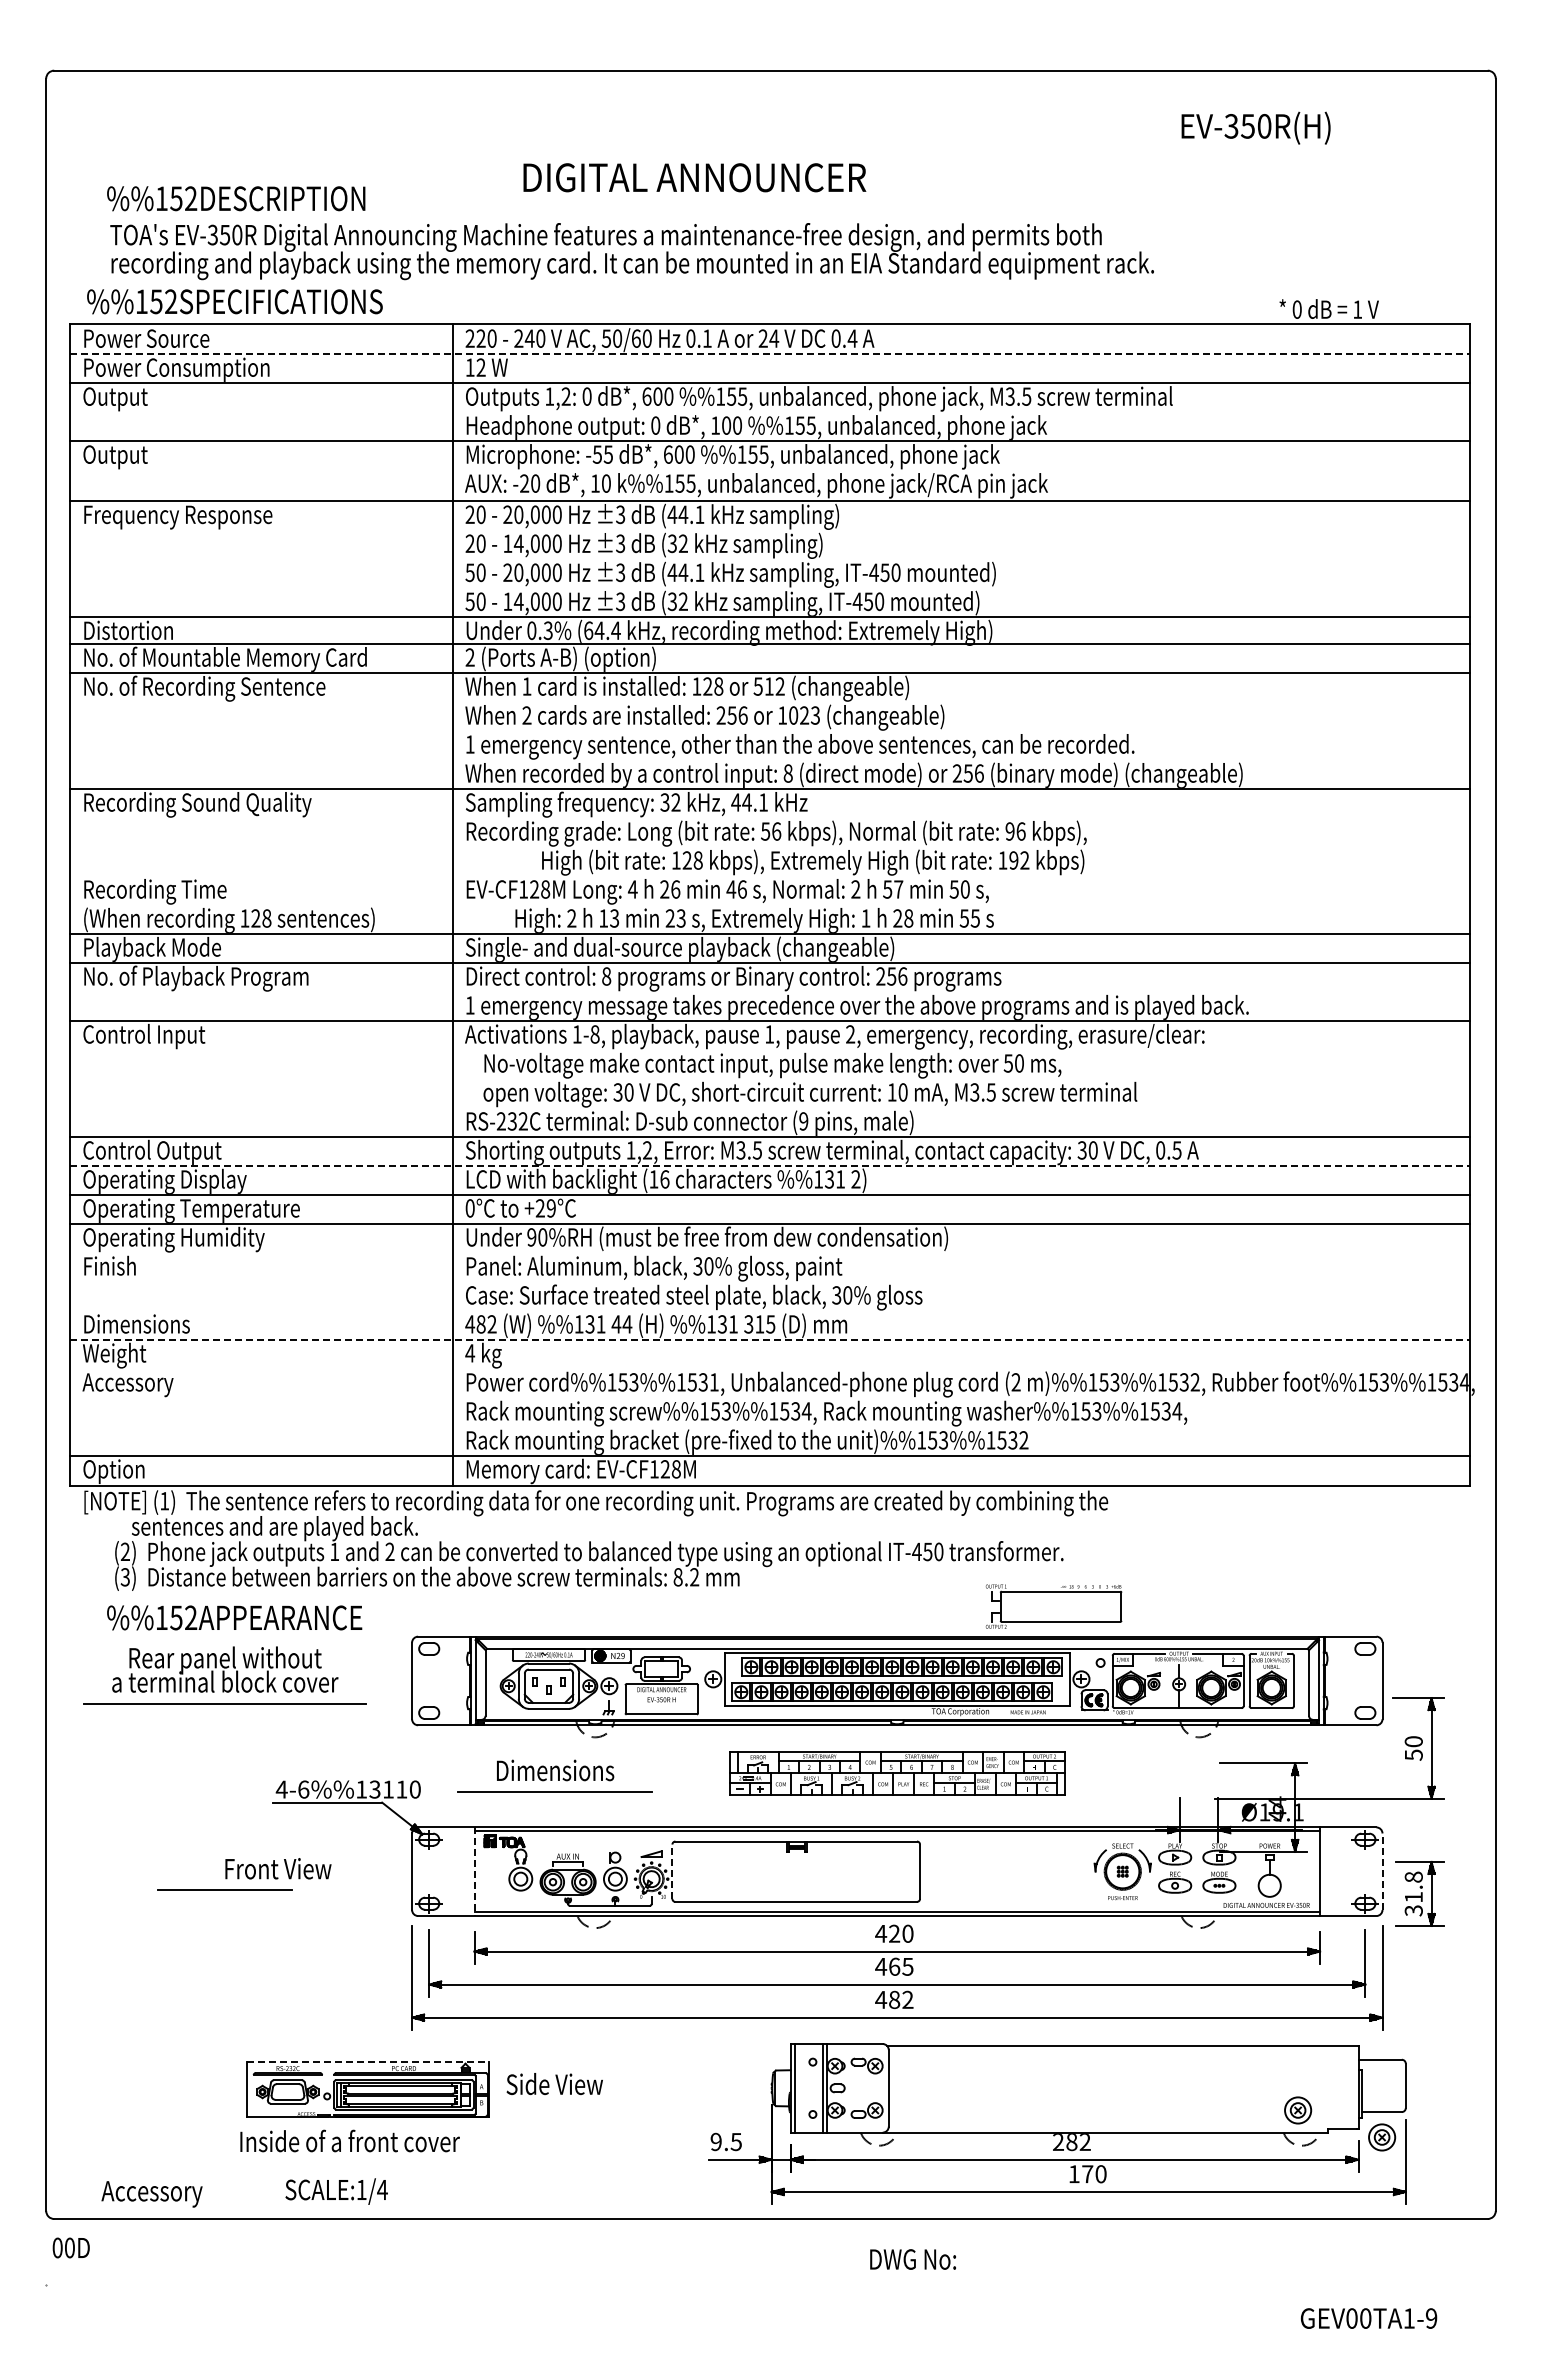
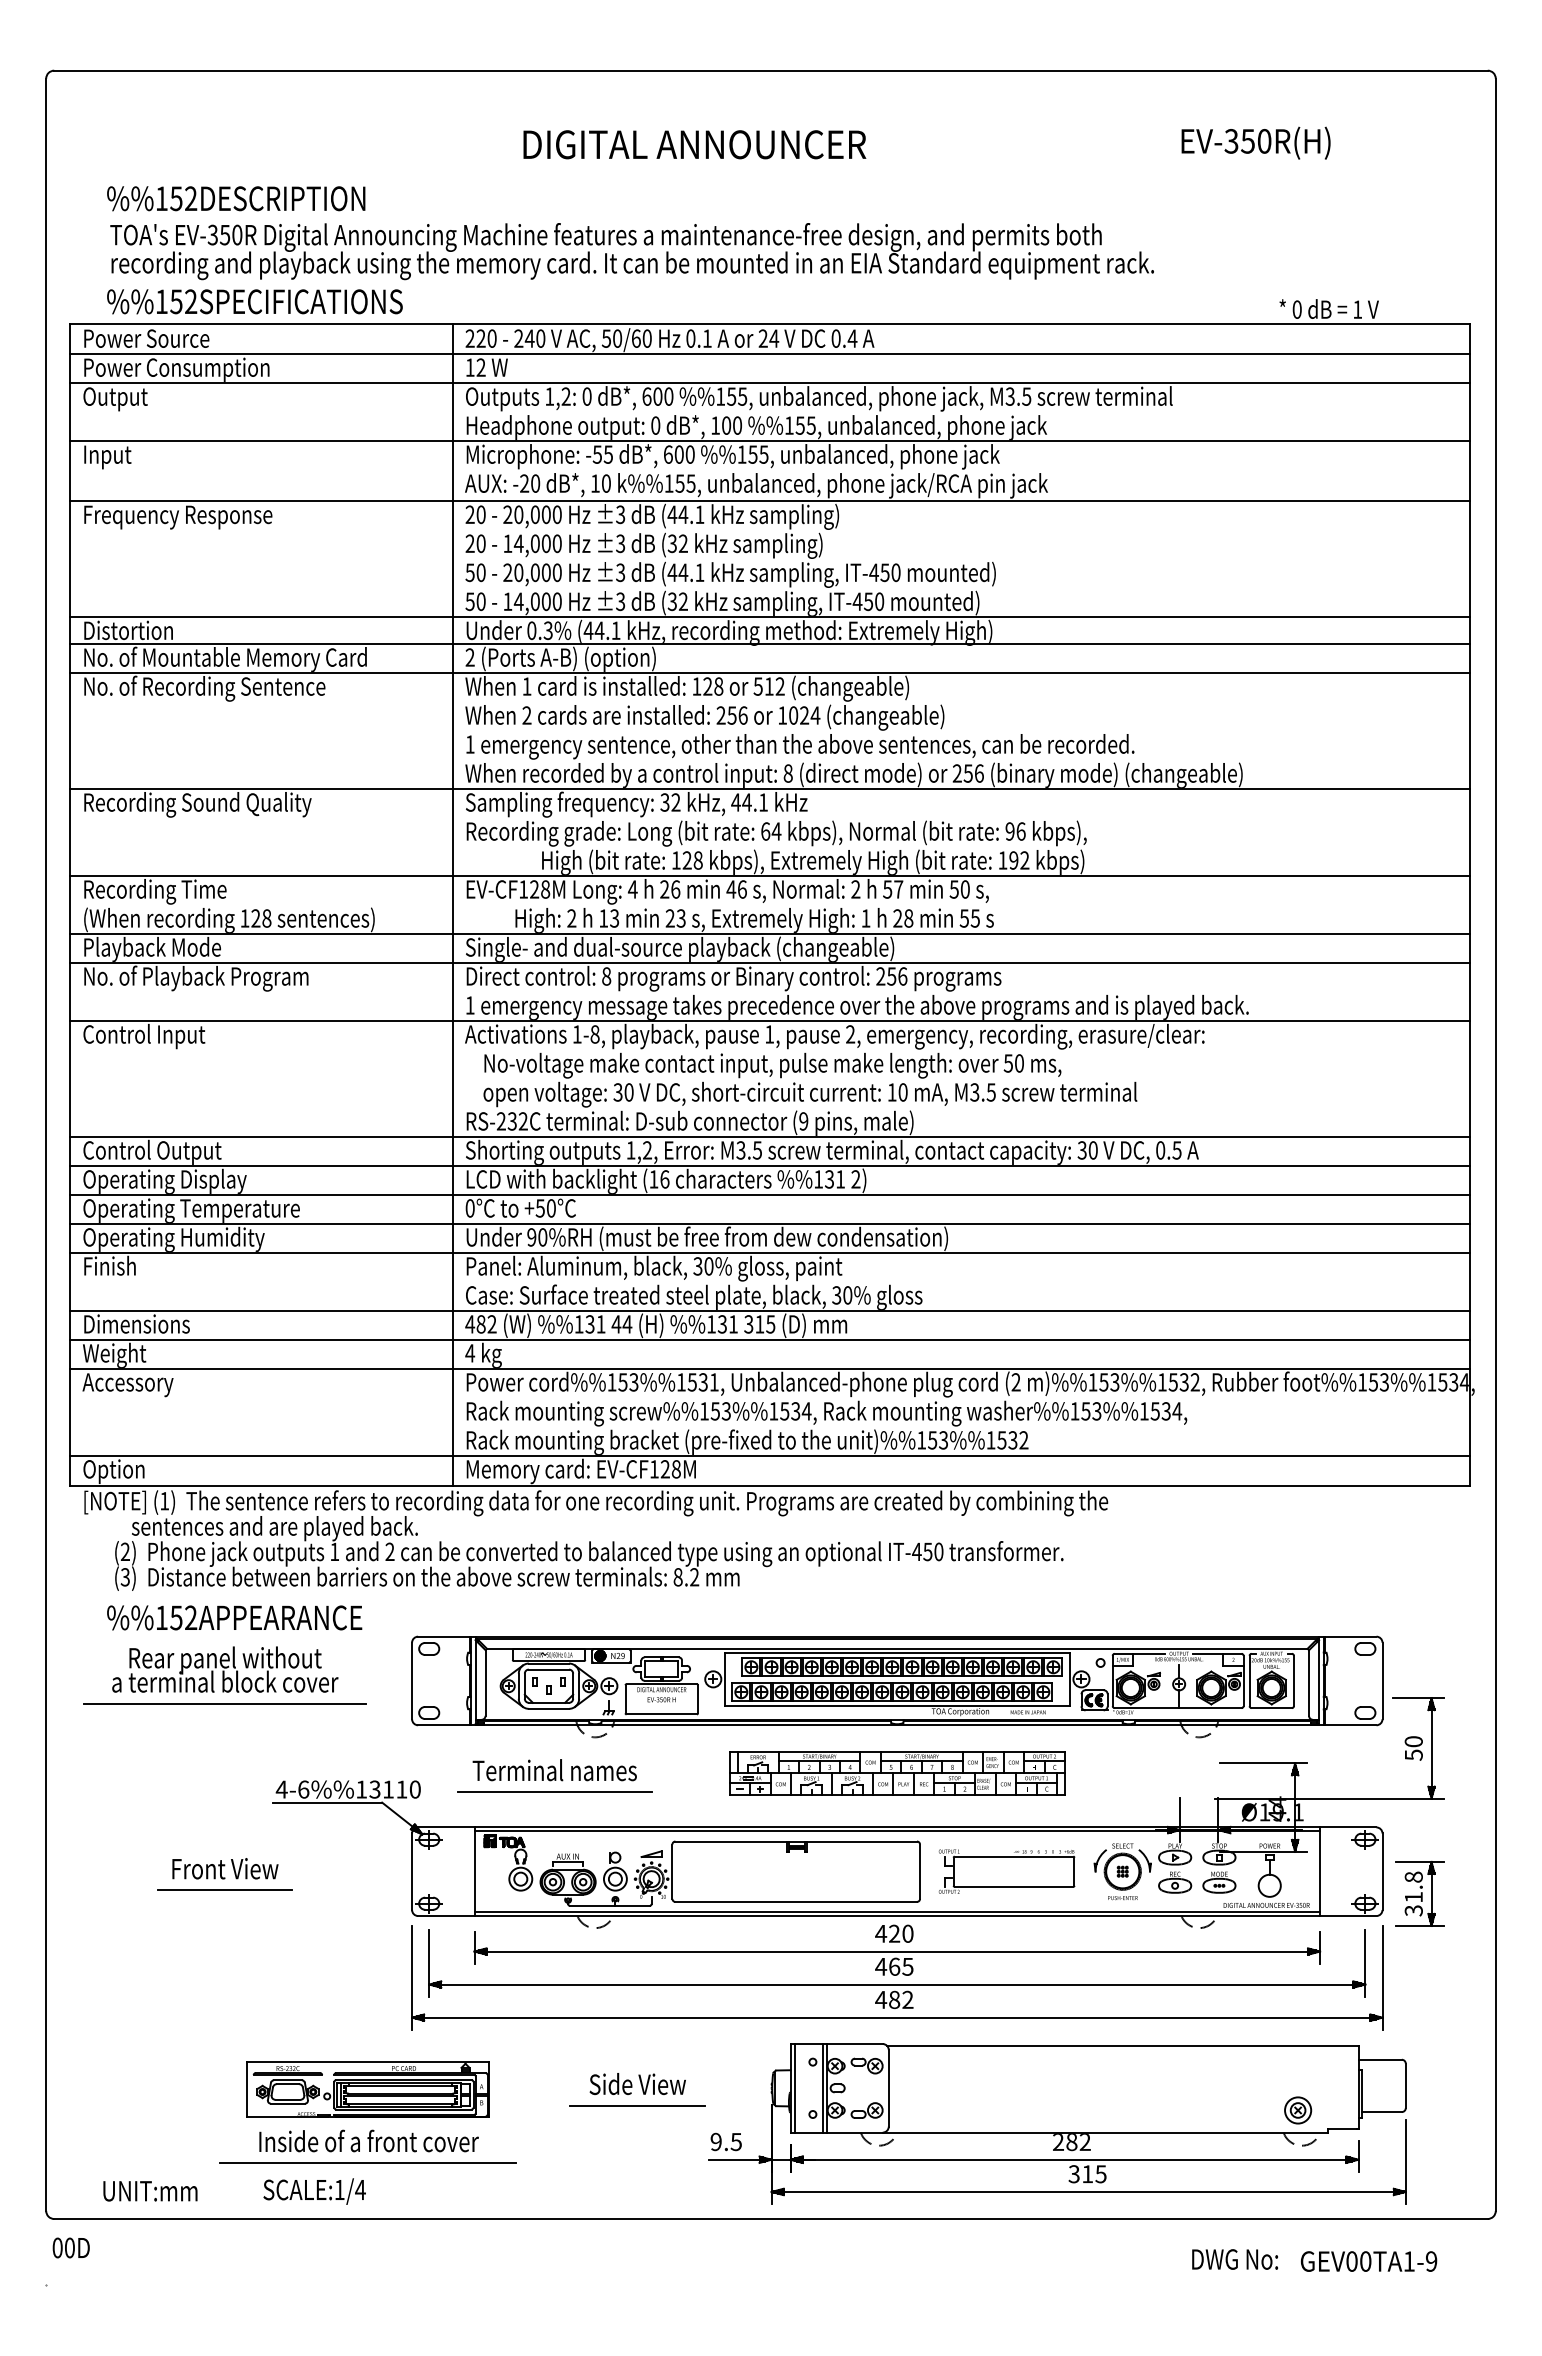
text at (1255, 127) position: (1255, 127) -> (1255, 142)
text at (694, 177) position: (694, 177) -> (694, 144)
text at (234, 301) position: (234, 301) -> (254, 301)
line at (769, 354): dashed -> solid
text at (115, 457): Output -> Input
text at (601, 630): (64.4 -> (44.1
text at (815, 715): 1023 -> 1024
text at (771, 831): 56 -> 64
line at (769, 876): none -> present
line at (769, 1165): dashed -> solid
text at (545, 1208): +29°C -> +50°C
line at (769, 1252): none -> present
line at (769, 1310): none -> present
line at (769, 1339): dashed -> solid
line at (769, 1368): none -> present
part at (1053, 1606) position: (1053, 1606) -> (1006, 1871)
text at (554, 1770): Dimensions -> Terminal names
text at (278, 1868) position: (278, 1868) -> (225, 1868)
line at (672, 1871): dashed -> solid
line at (1382, 1871): dashed -> solid
line at (474, 1872): dashed -> solid
line at (368, 2061): dashed -> solid
text at (554, 2083) position: (554, 2083) -> (637, 2083)
line at (637, 2106): none -> present
part at (1382, 2137): present -> none
text at (349, 2140) position: (349, 2140) -> (368, 2140)
line at (367, 2163): none -> present
text at (1087, 2174): 170 -> 315
text at (336, 2191) position: (336, 2191) -> (314, 2191)
text at (151, 2194): Accessory -> UNIT:mm
text at (912, 2259) position: (912, 2259) -> (1234, 2259)
text at (1368, 2318) position: (1368, 2318) -> (1368, 2261)
